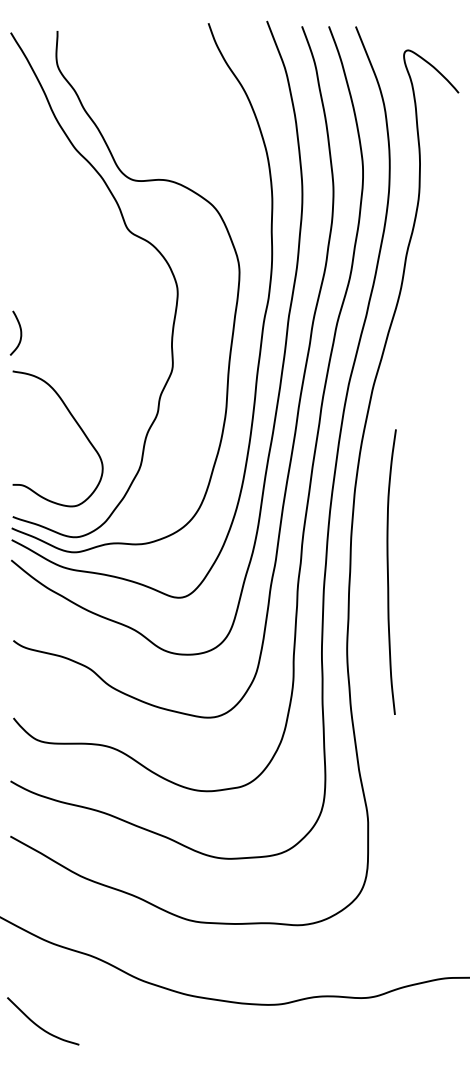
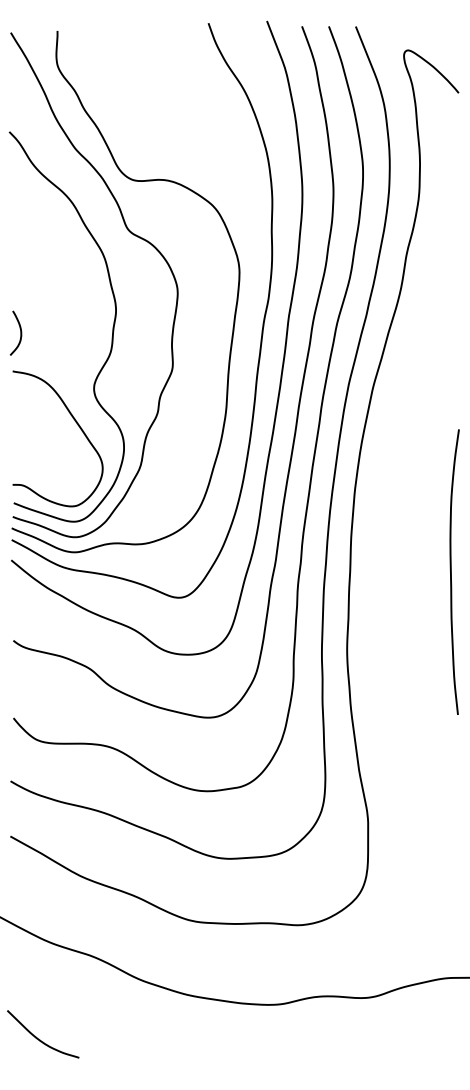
curve at (112, 326): none -> present
curve at (388, 571) position: (388, 571) -> (451, 571)
curve at (40, 1026) position: (40, 1026) -> (40, 1039)
